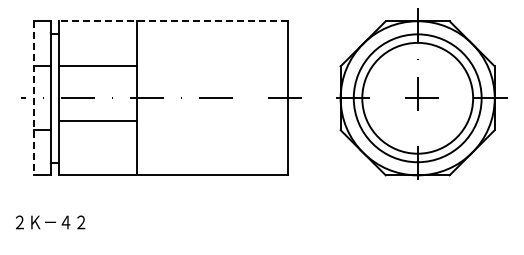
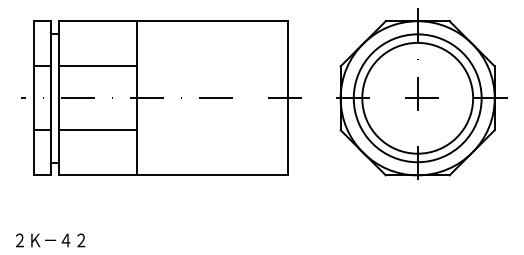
line at (173, 21): dashed -> solid
line at (34, 98): dashed -> solid
line at (97, 121) position: (97, 121) -> (97, 130)
text at (50, 222) position: (50, 222) -> (50, 240)
